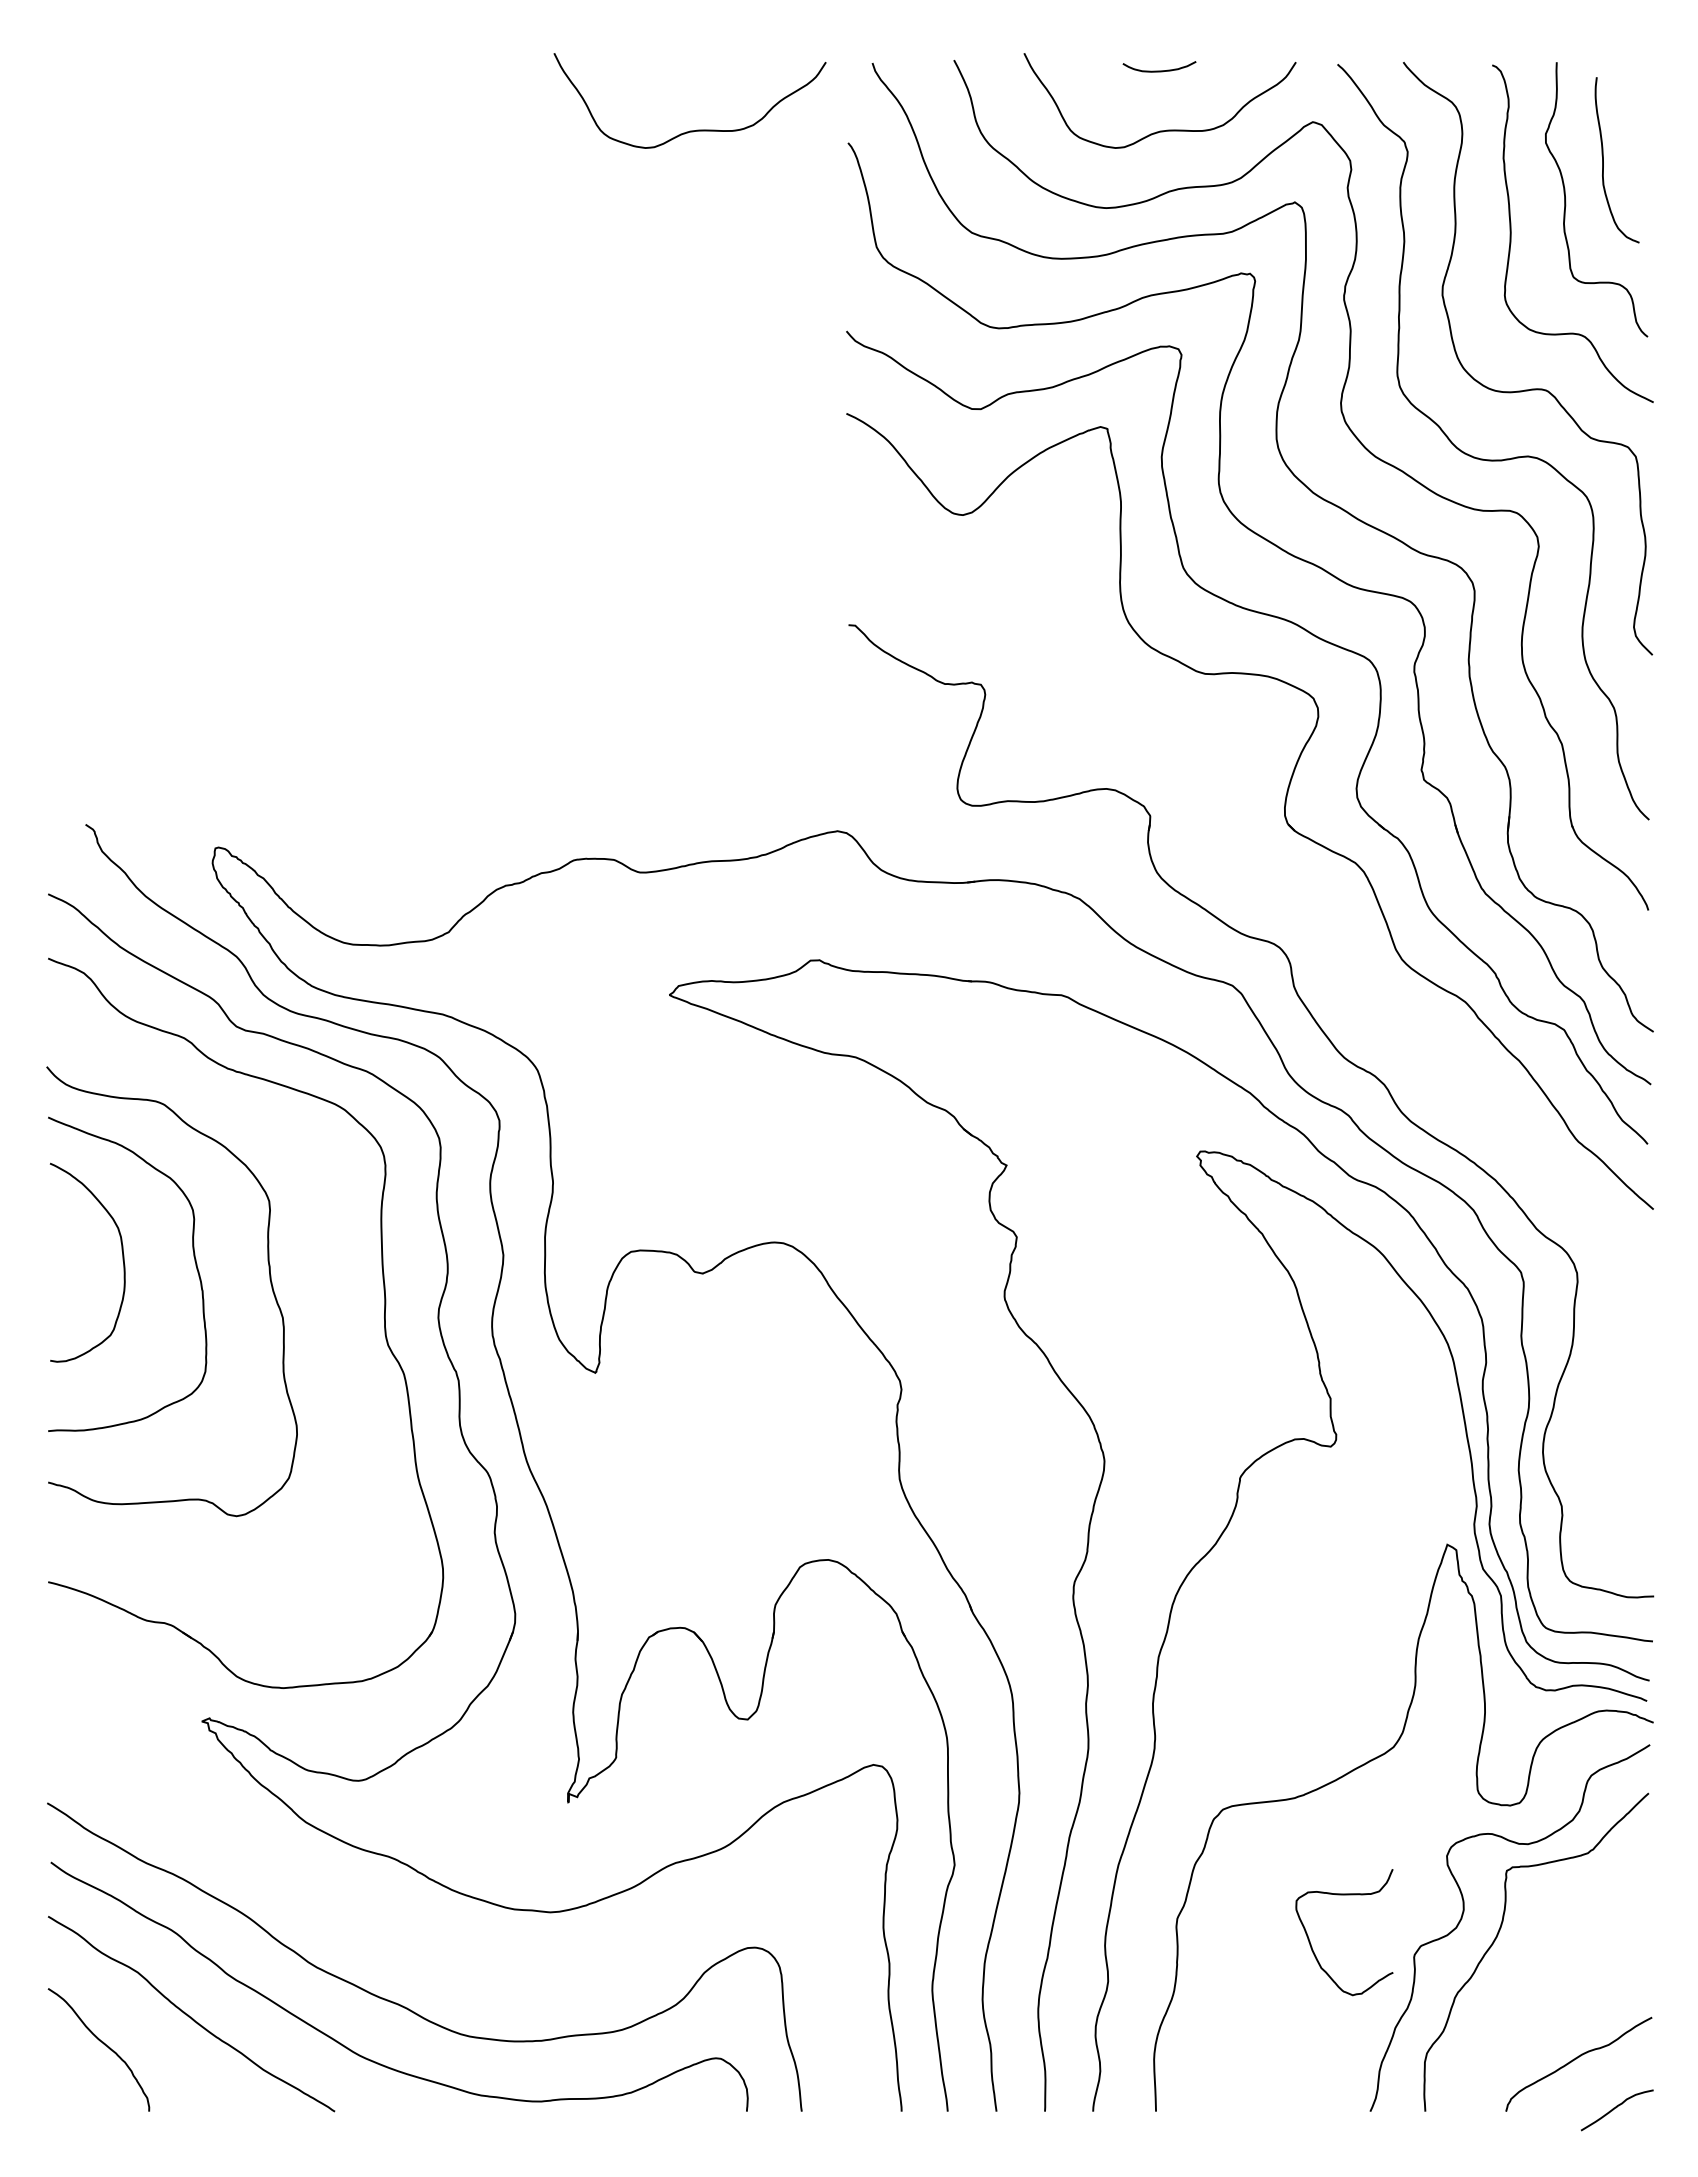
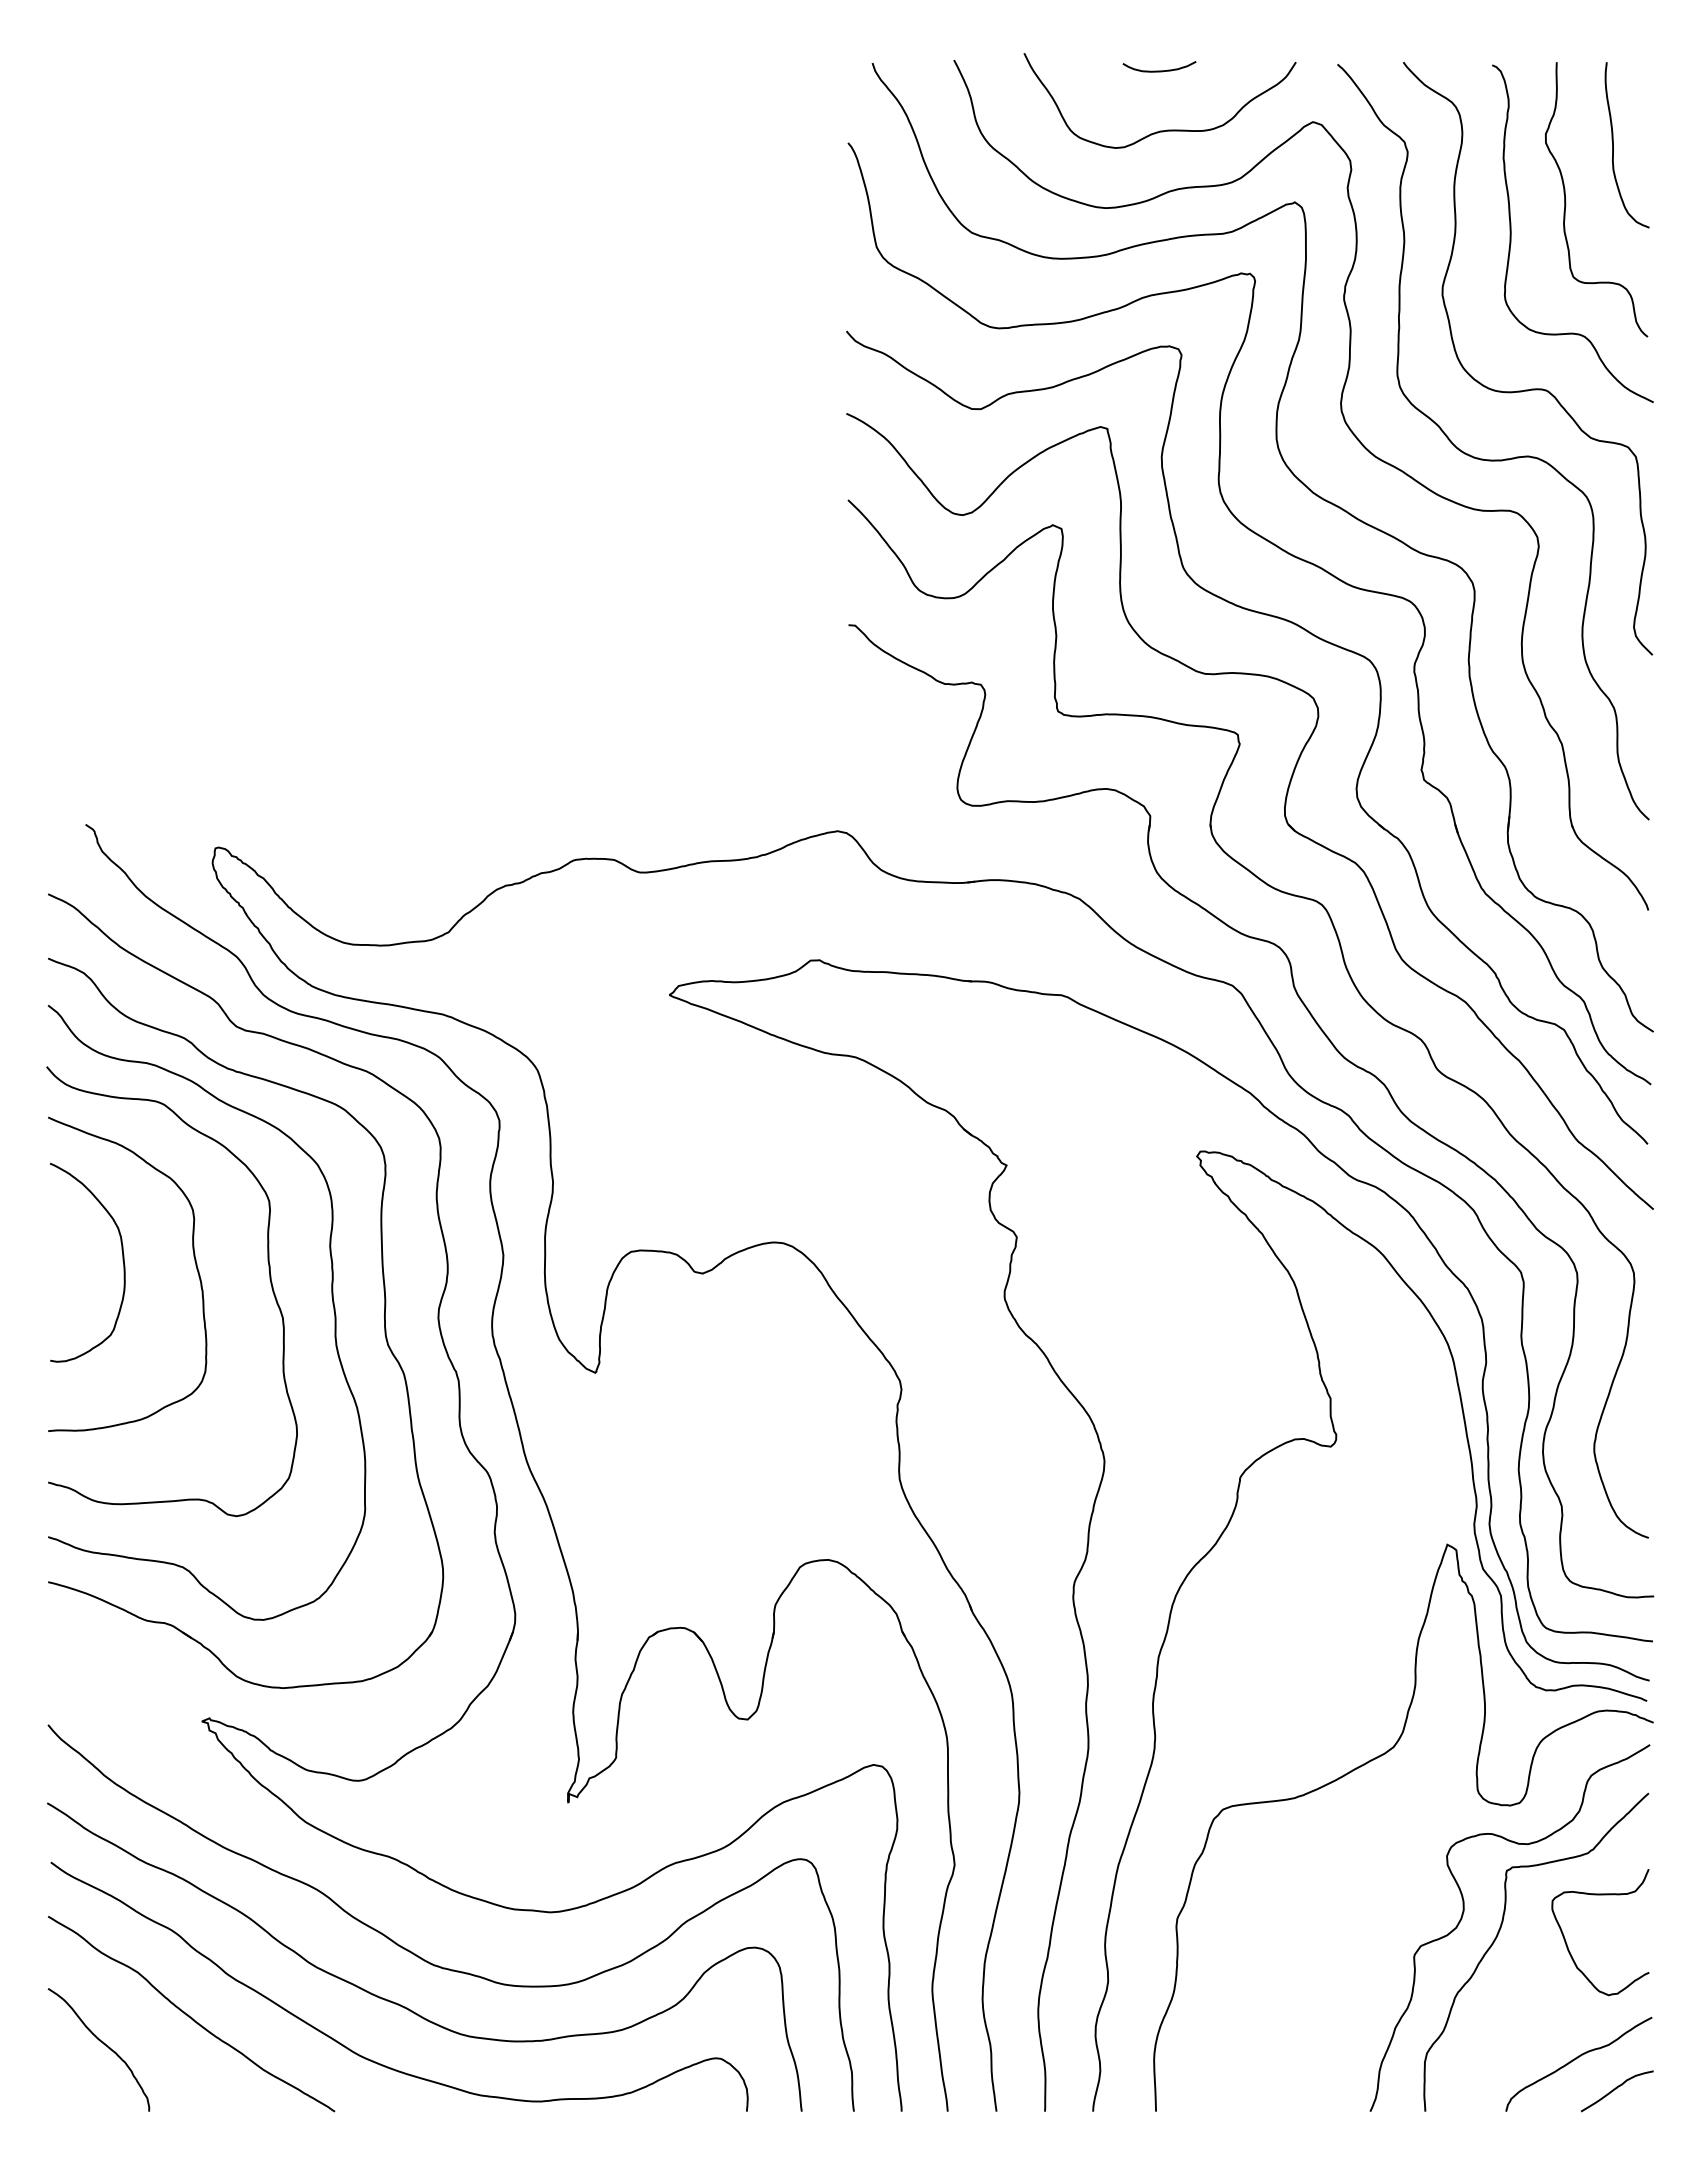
curve at (696, 129): present -> none
curve at (1603, 160) position: (1603, 160) -> (1613, 145)
part at (1347, 973): none -> present
curve at (331, 1297): none -> present
curve at (1312, 1946) position: (1312, 1946) -> (1568, 1946)
curve at (425, 1959): none -> present
curve at (1616, 2108) position: (1616, 2108) -> (1616, 2089)
